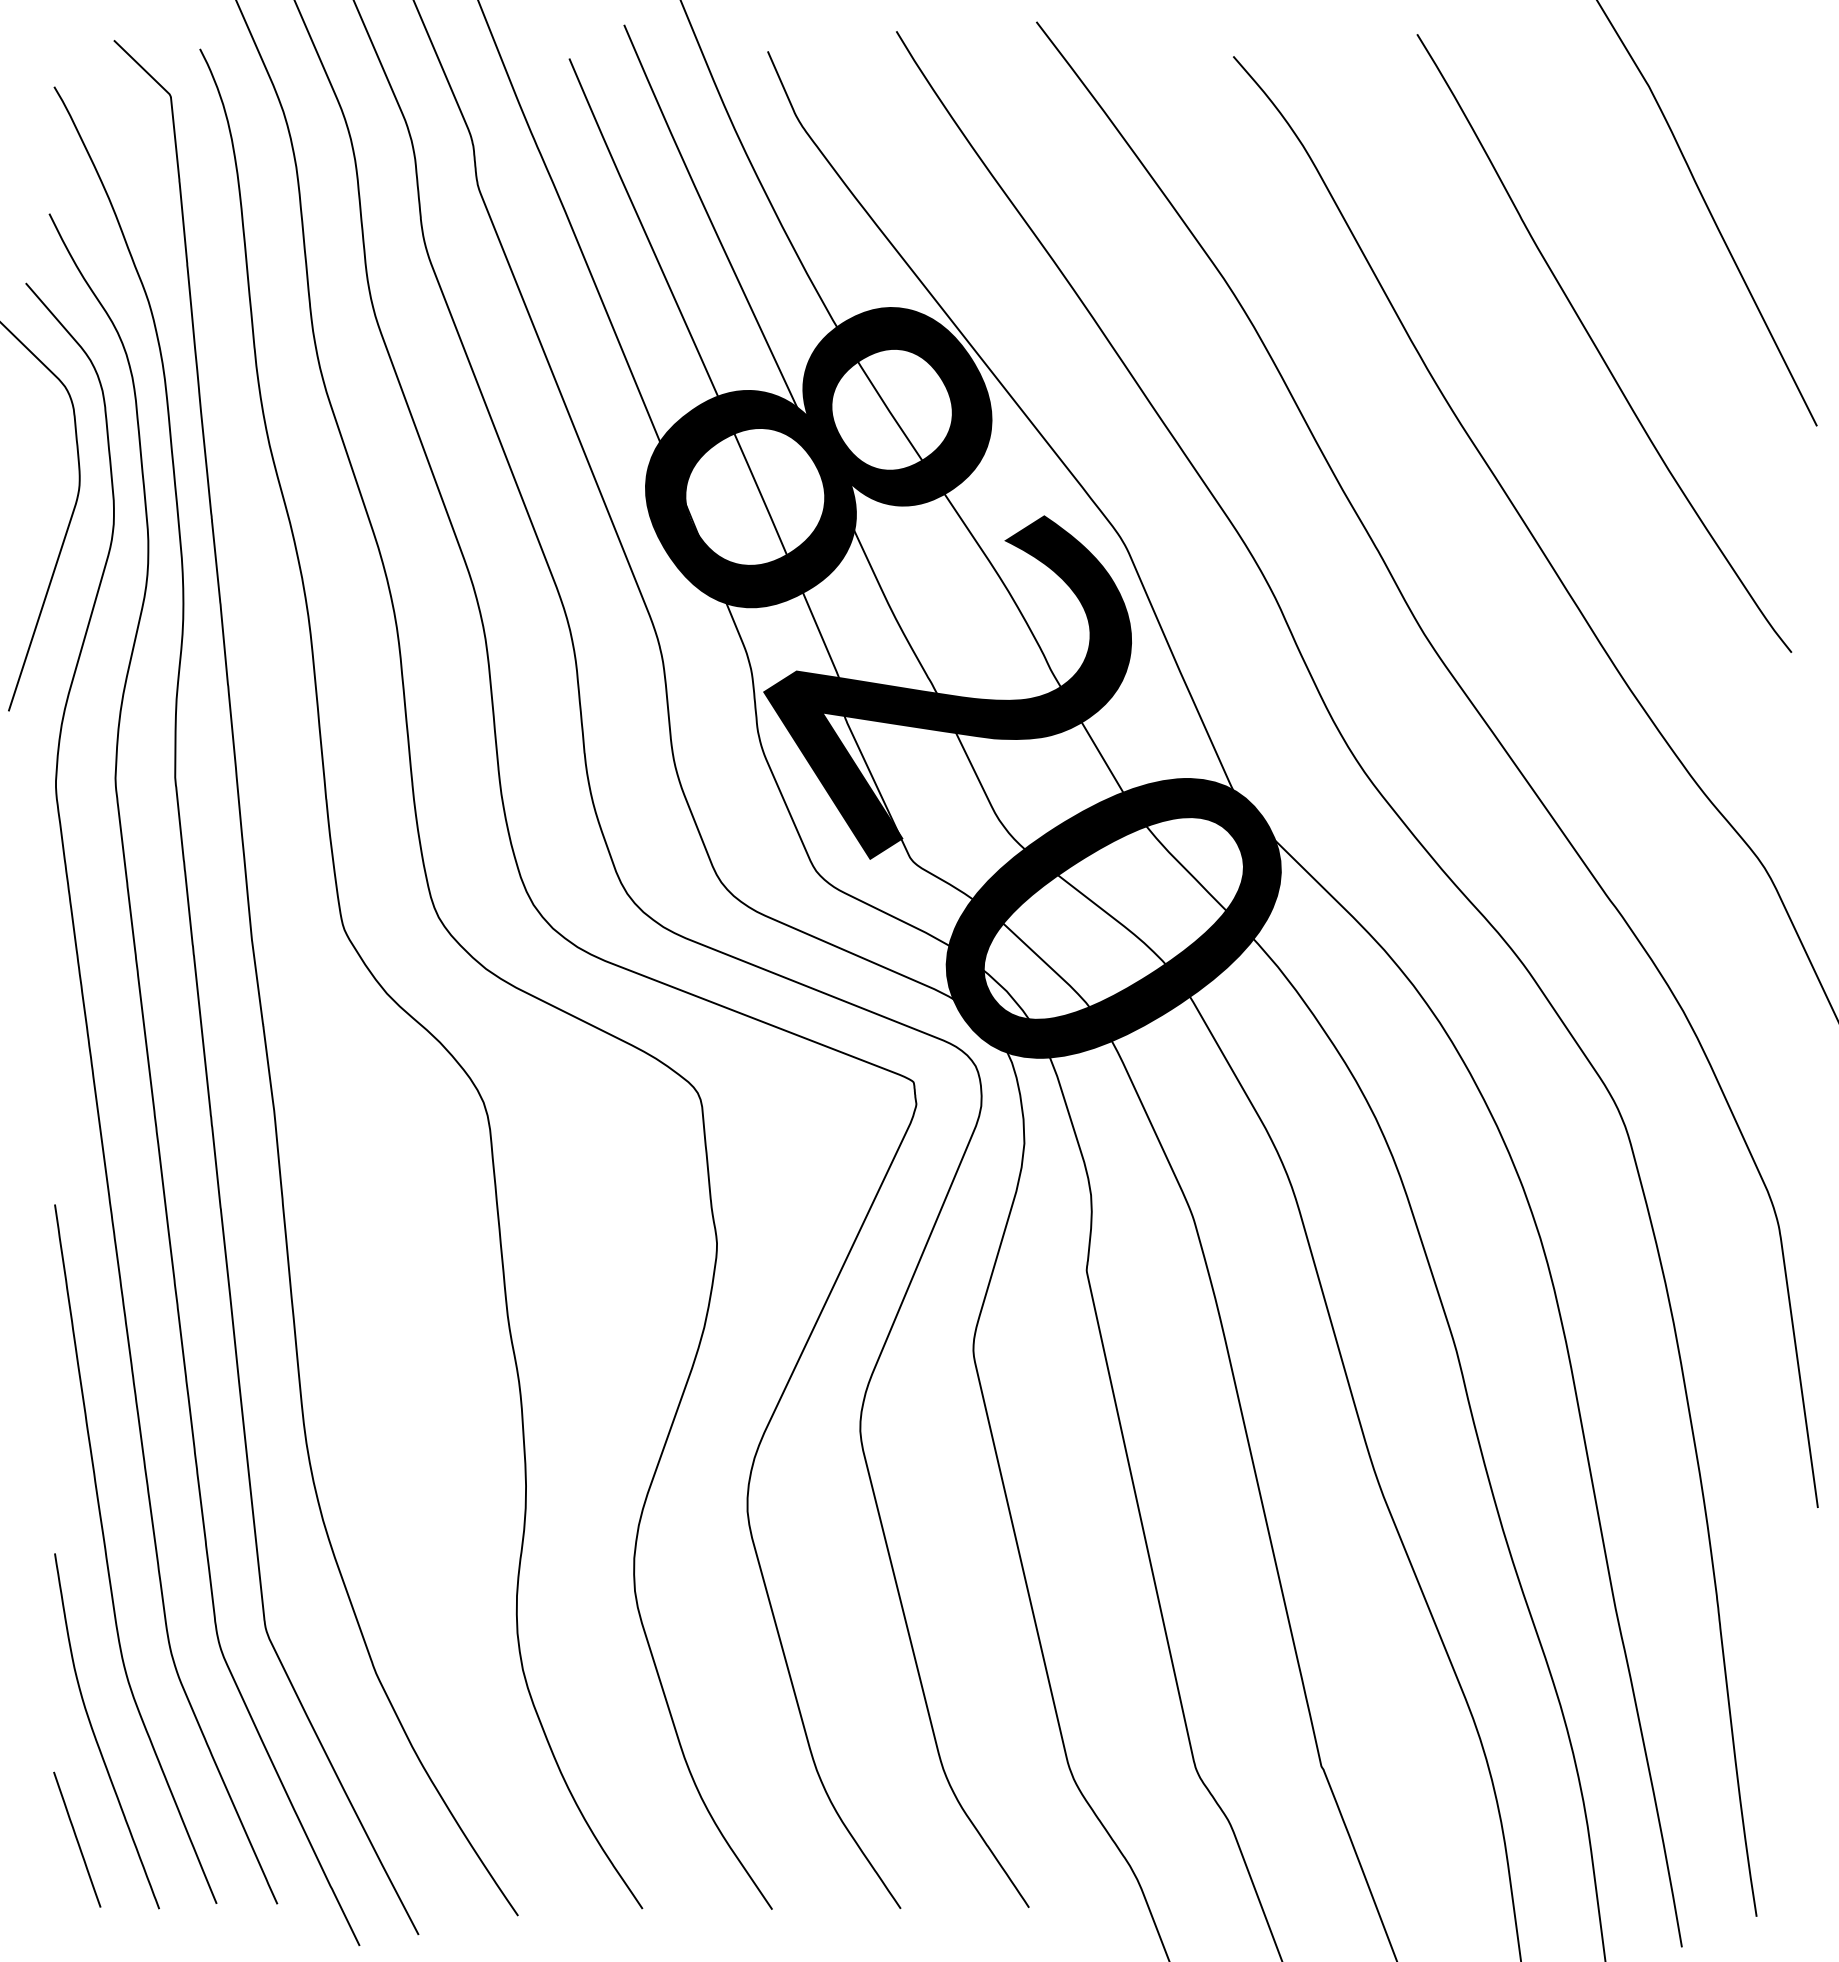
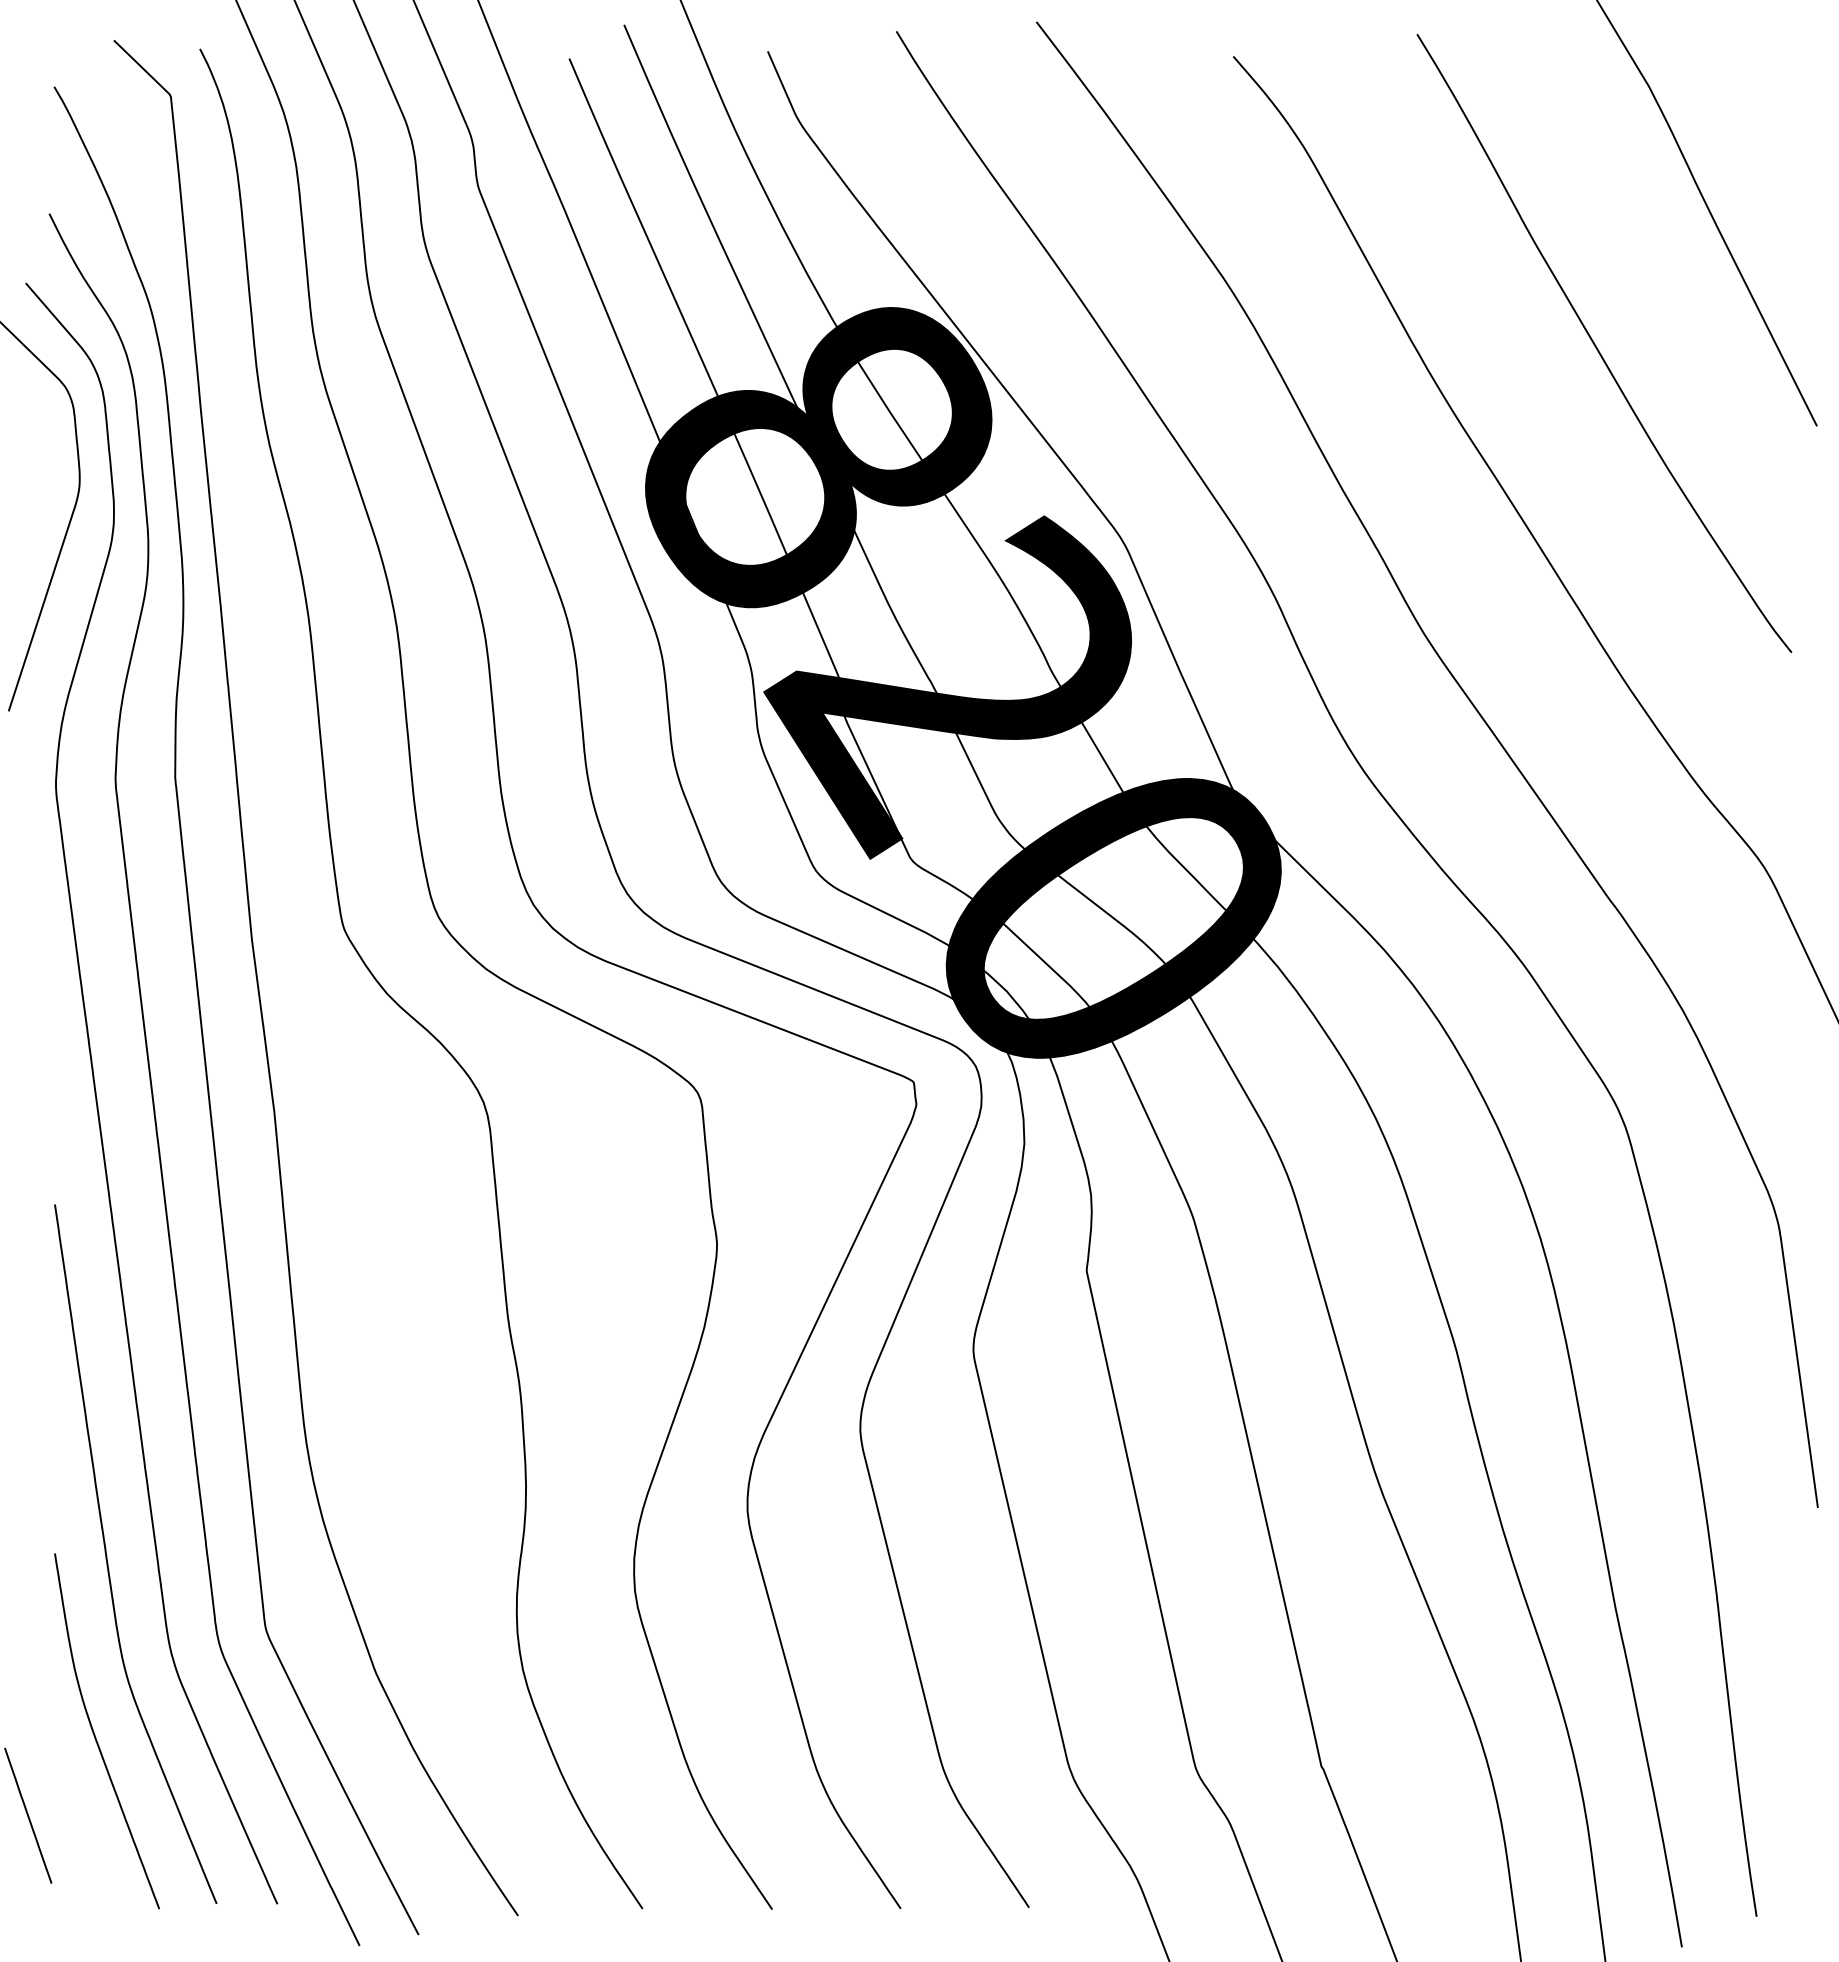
line at (77, 1839) position: (77, 1839) -> (28, 1815)
